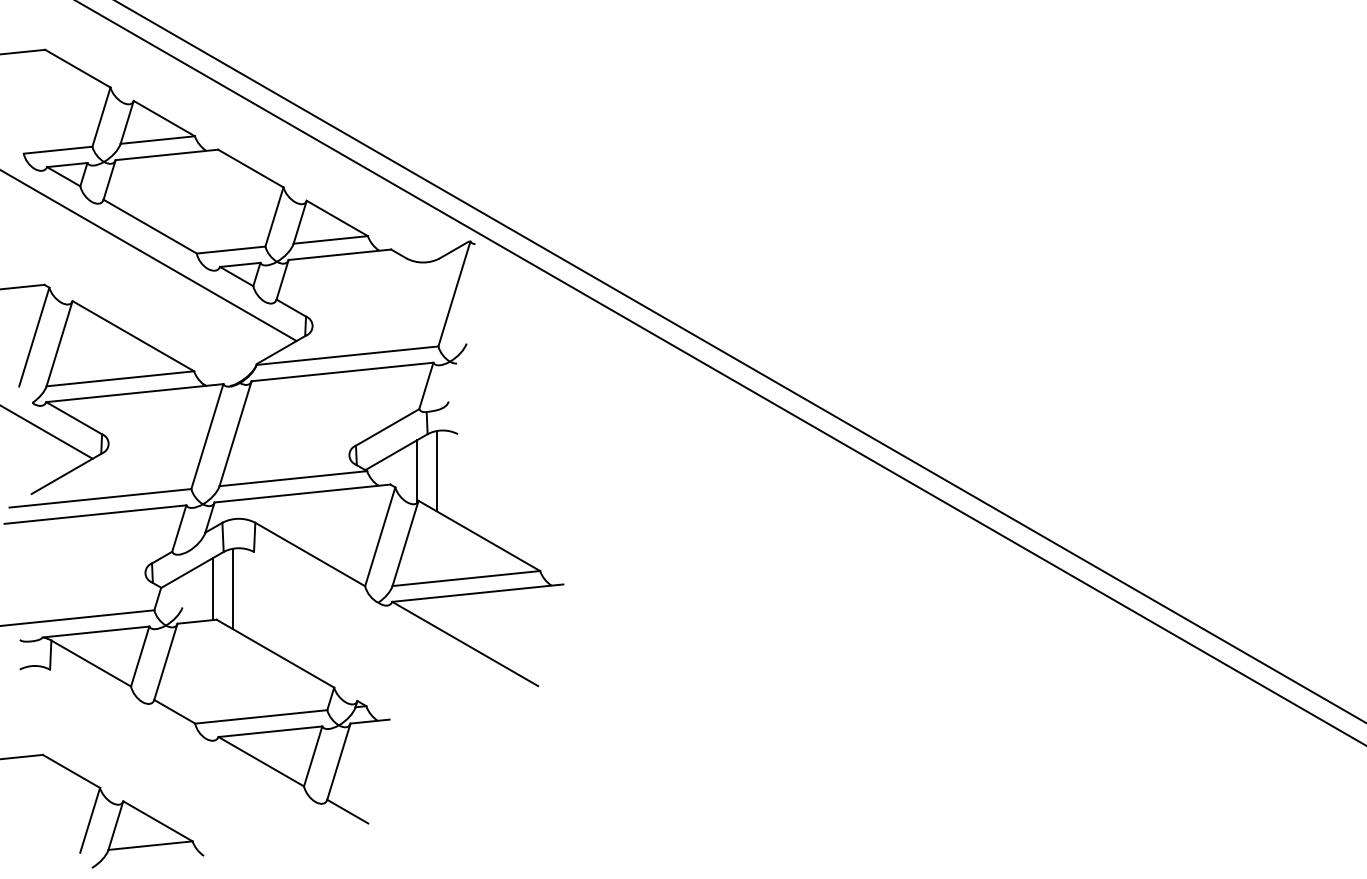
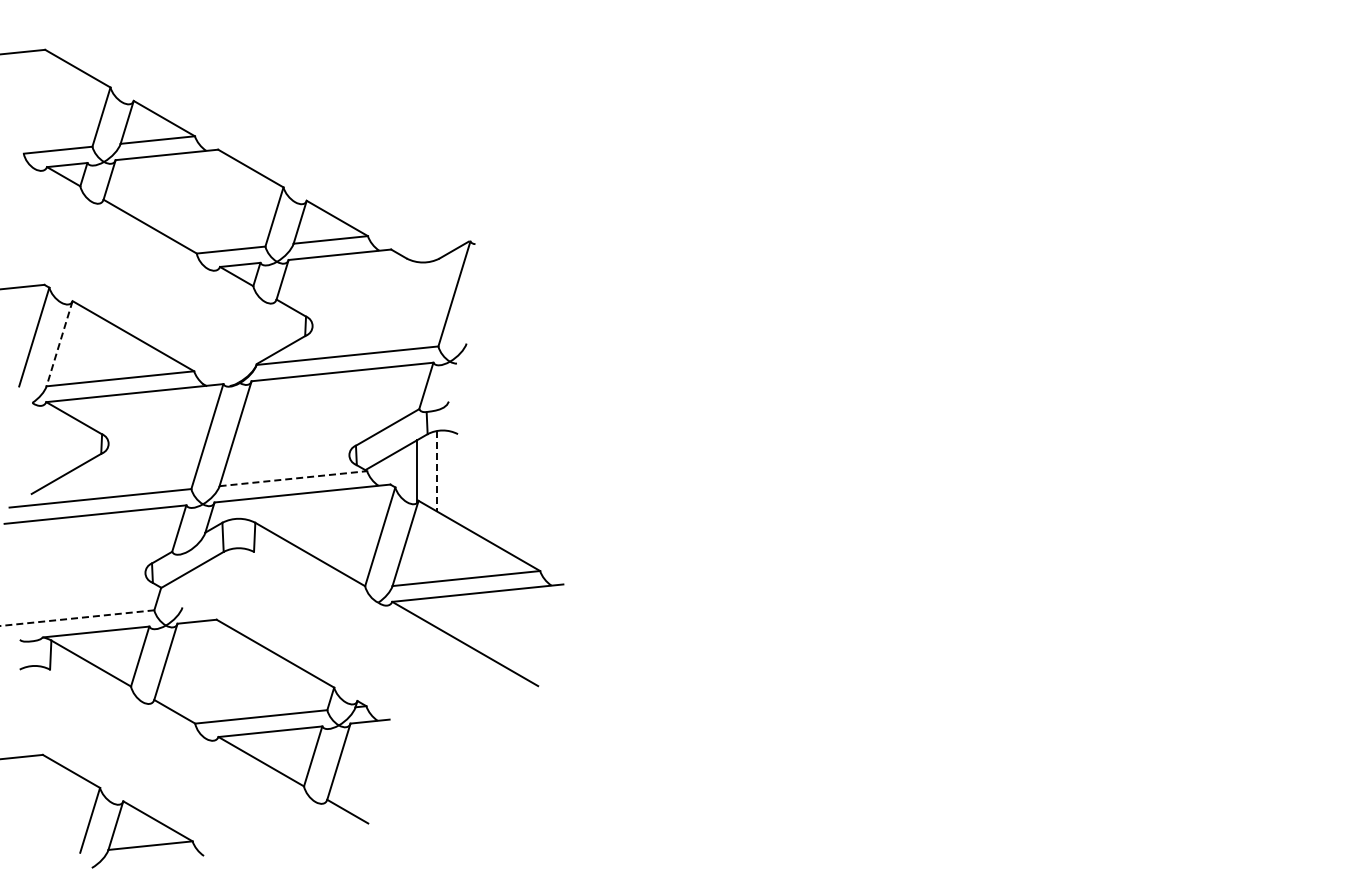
line at (149, 256): present -> none
line at (59, 343): solid -> dashed
line at (740, 361): present -> none
line at (720, 373): present -> none
line at (47, 432): present -> none
line at (436, 471): solid -> dashed
line at (293, 478): solid -> dashed
line at (213, 588): present -> none
line at (232, 588): present -> none
line at (77, 618): solid -> dashed
